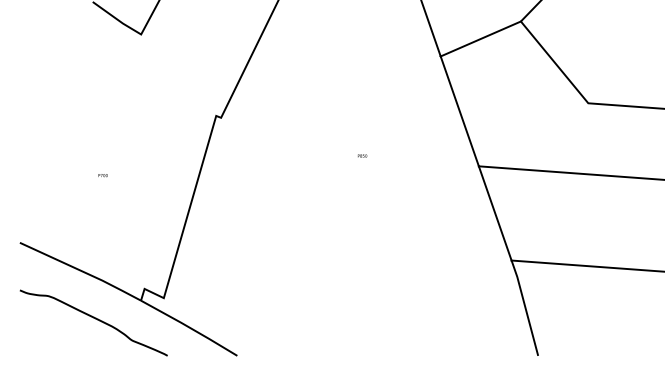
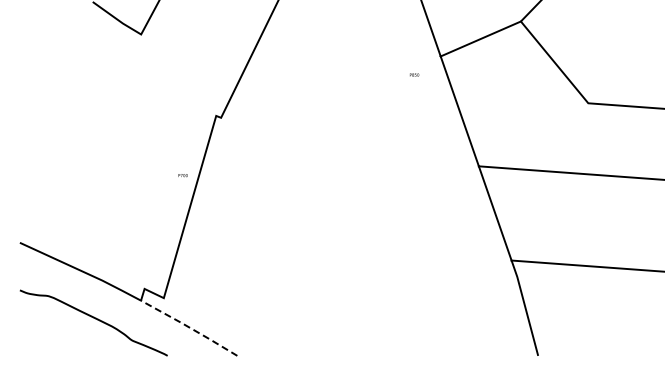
text at (362, 155) position: (362, 155) -> (414, 74)
text at (102, 175) position: (102, 175) -> (182, 175)
line at (189, 327): solid -> dashed
